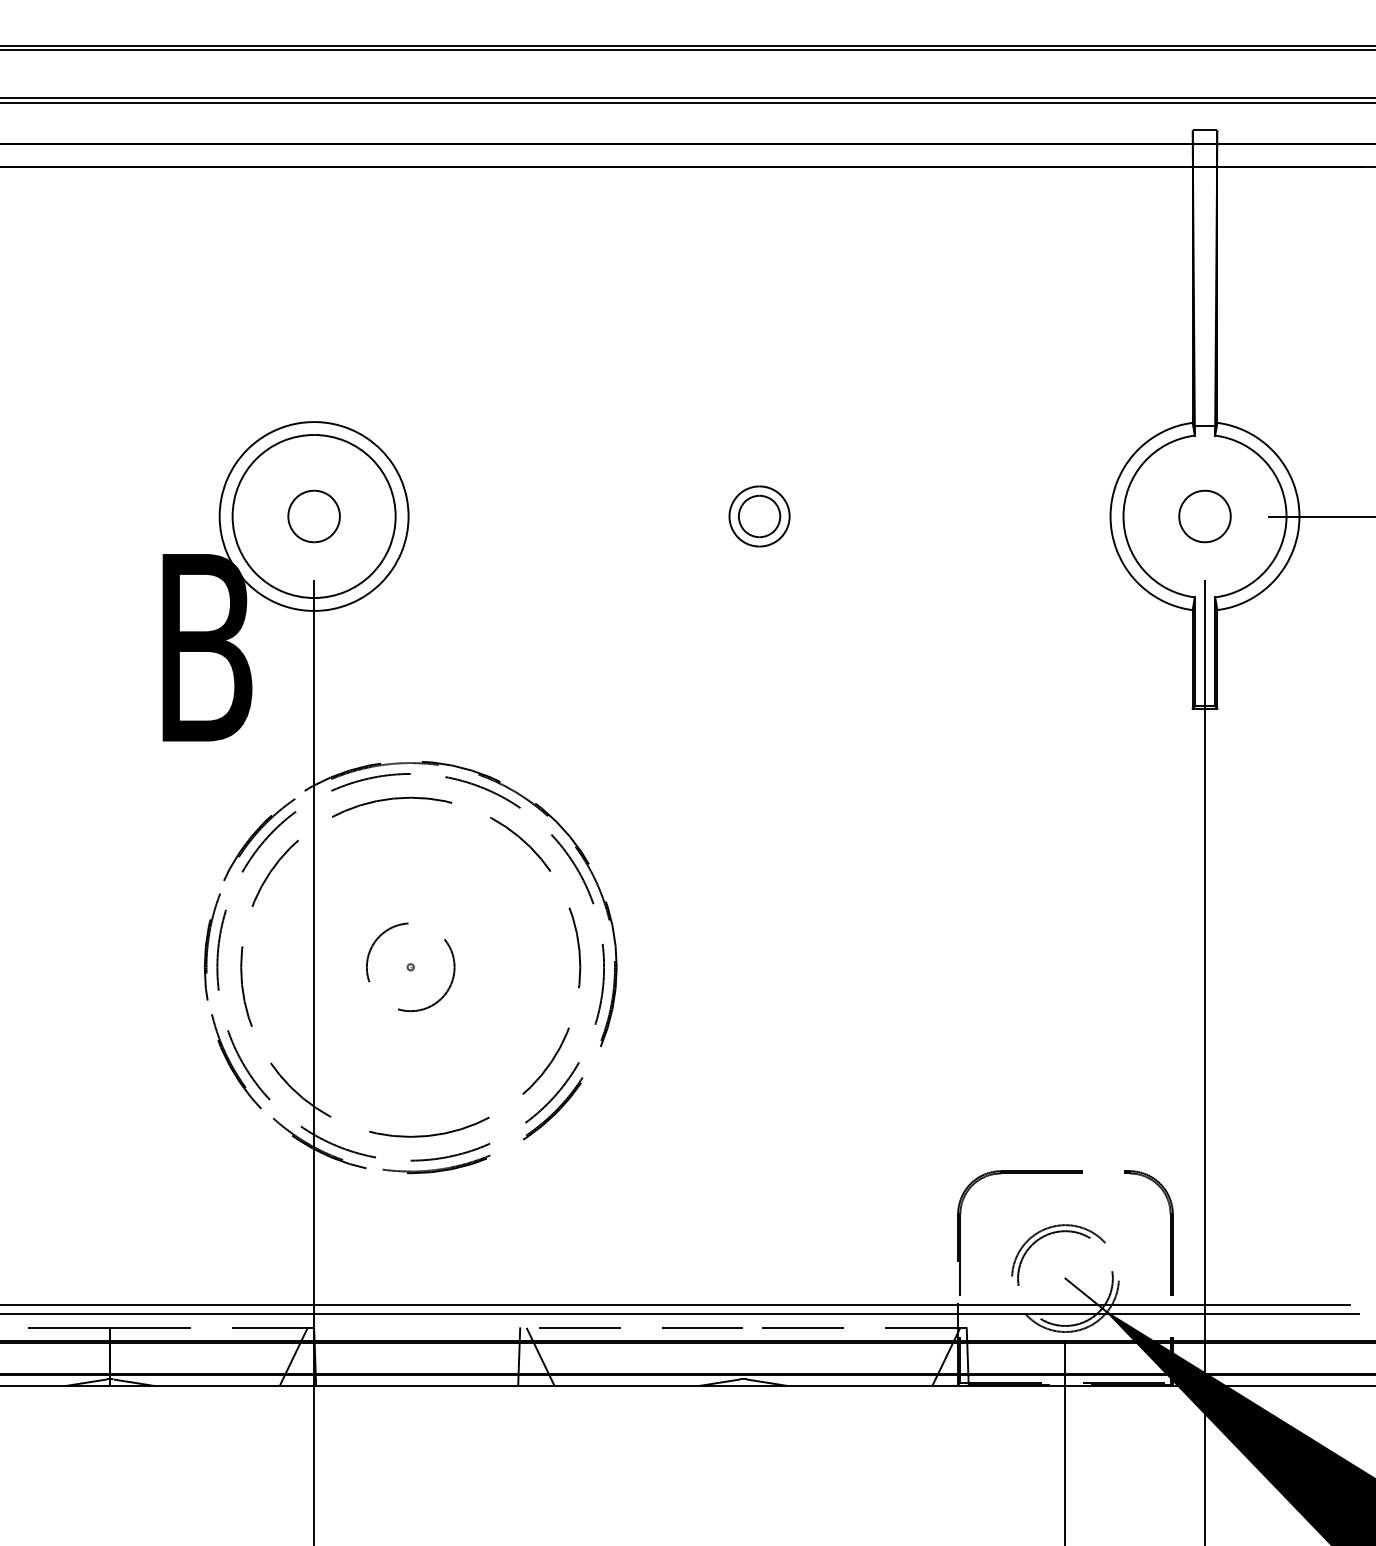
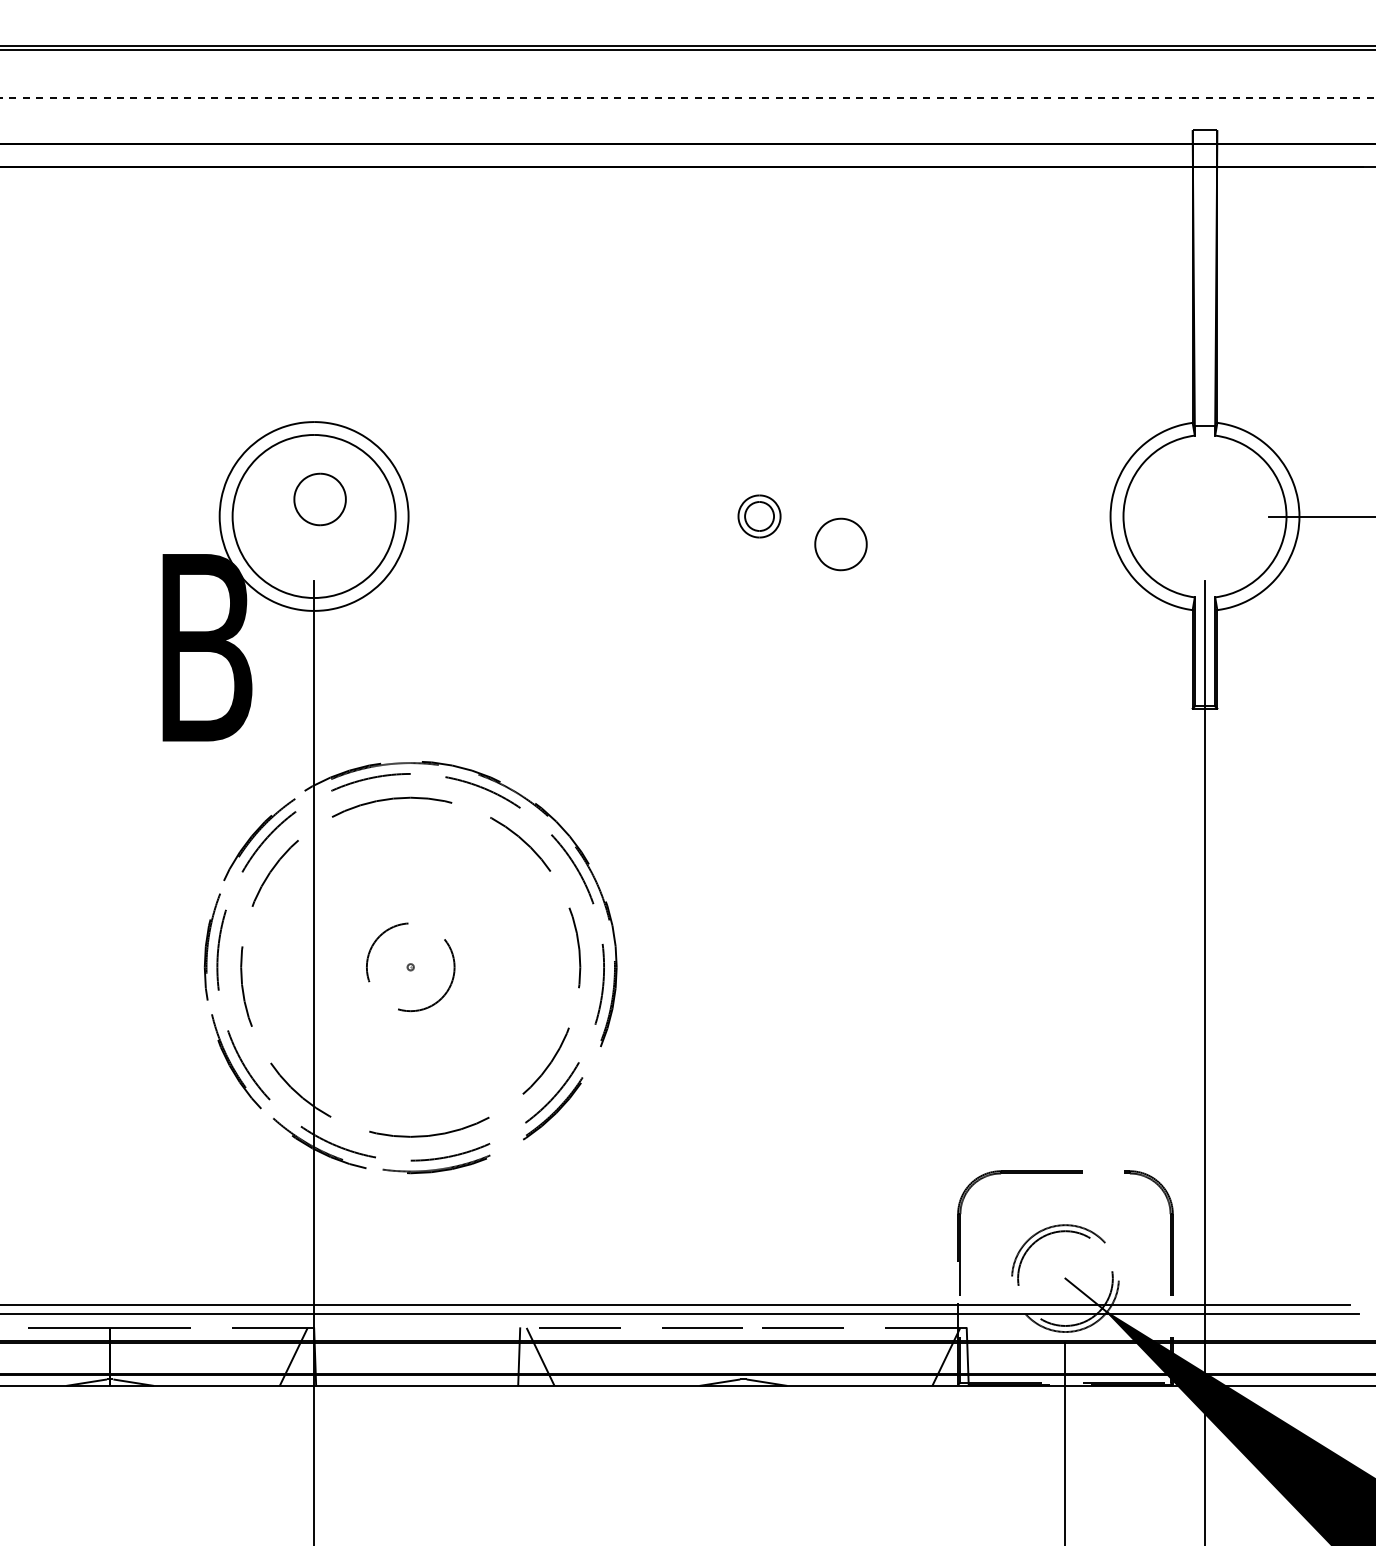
line at (688, 97): solid -> dashed
line at (687, 102): present -> none
part at (313, 516) position: (313, 516) -> (319, 499)
part at (759, 516) size: 63x63 px -> 45x45 px
part at (1204, 516) position: (1204, 516) -> (840, 544)
